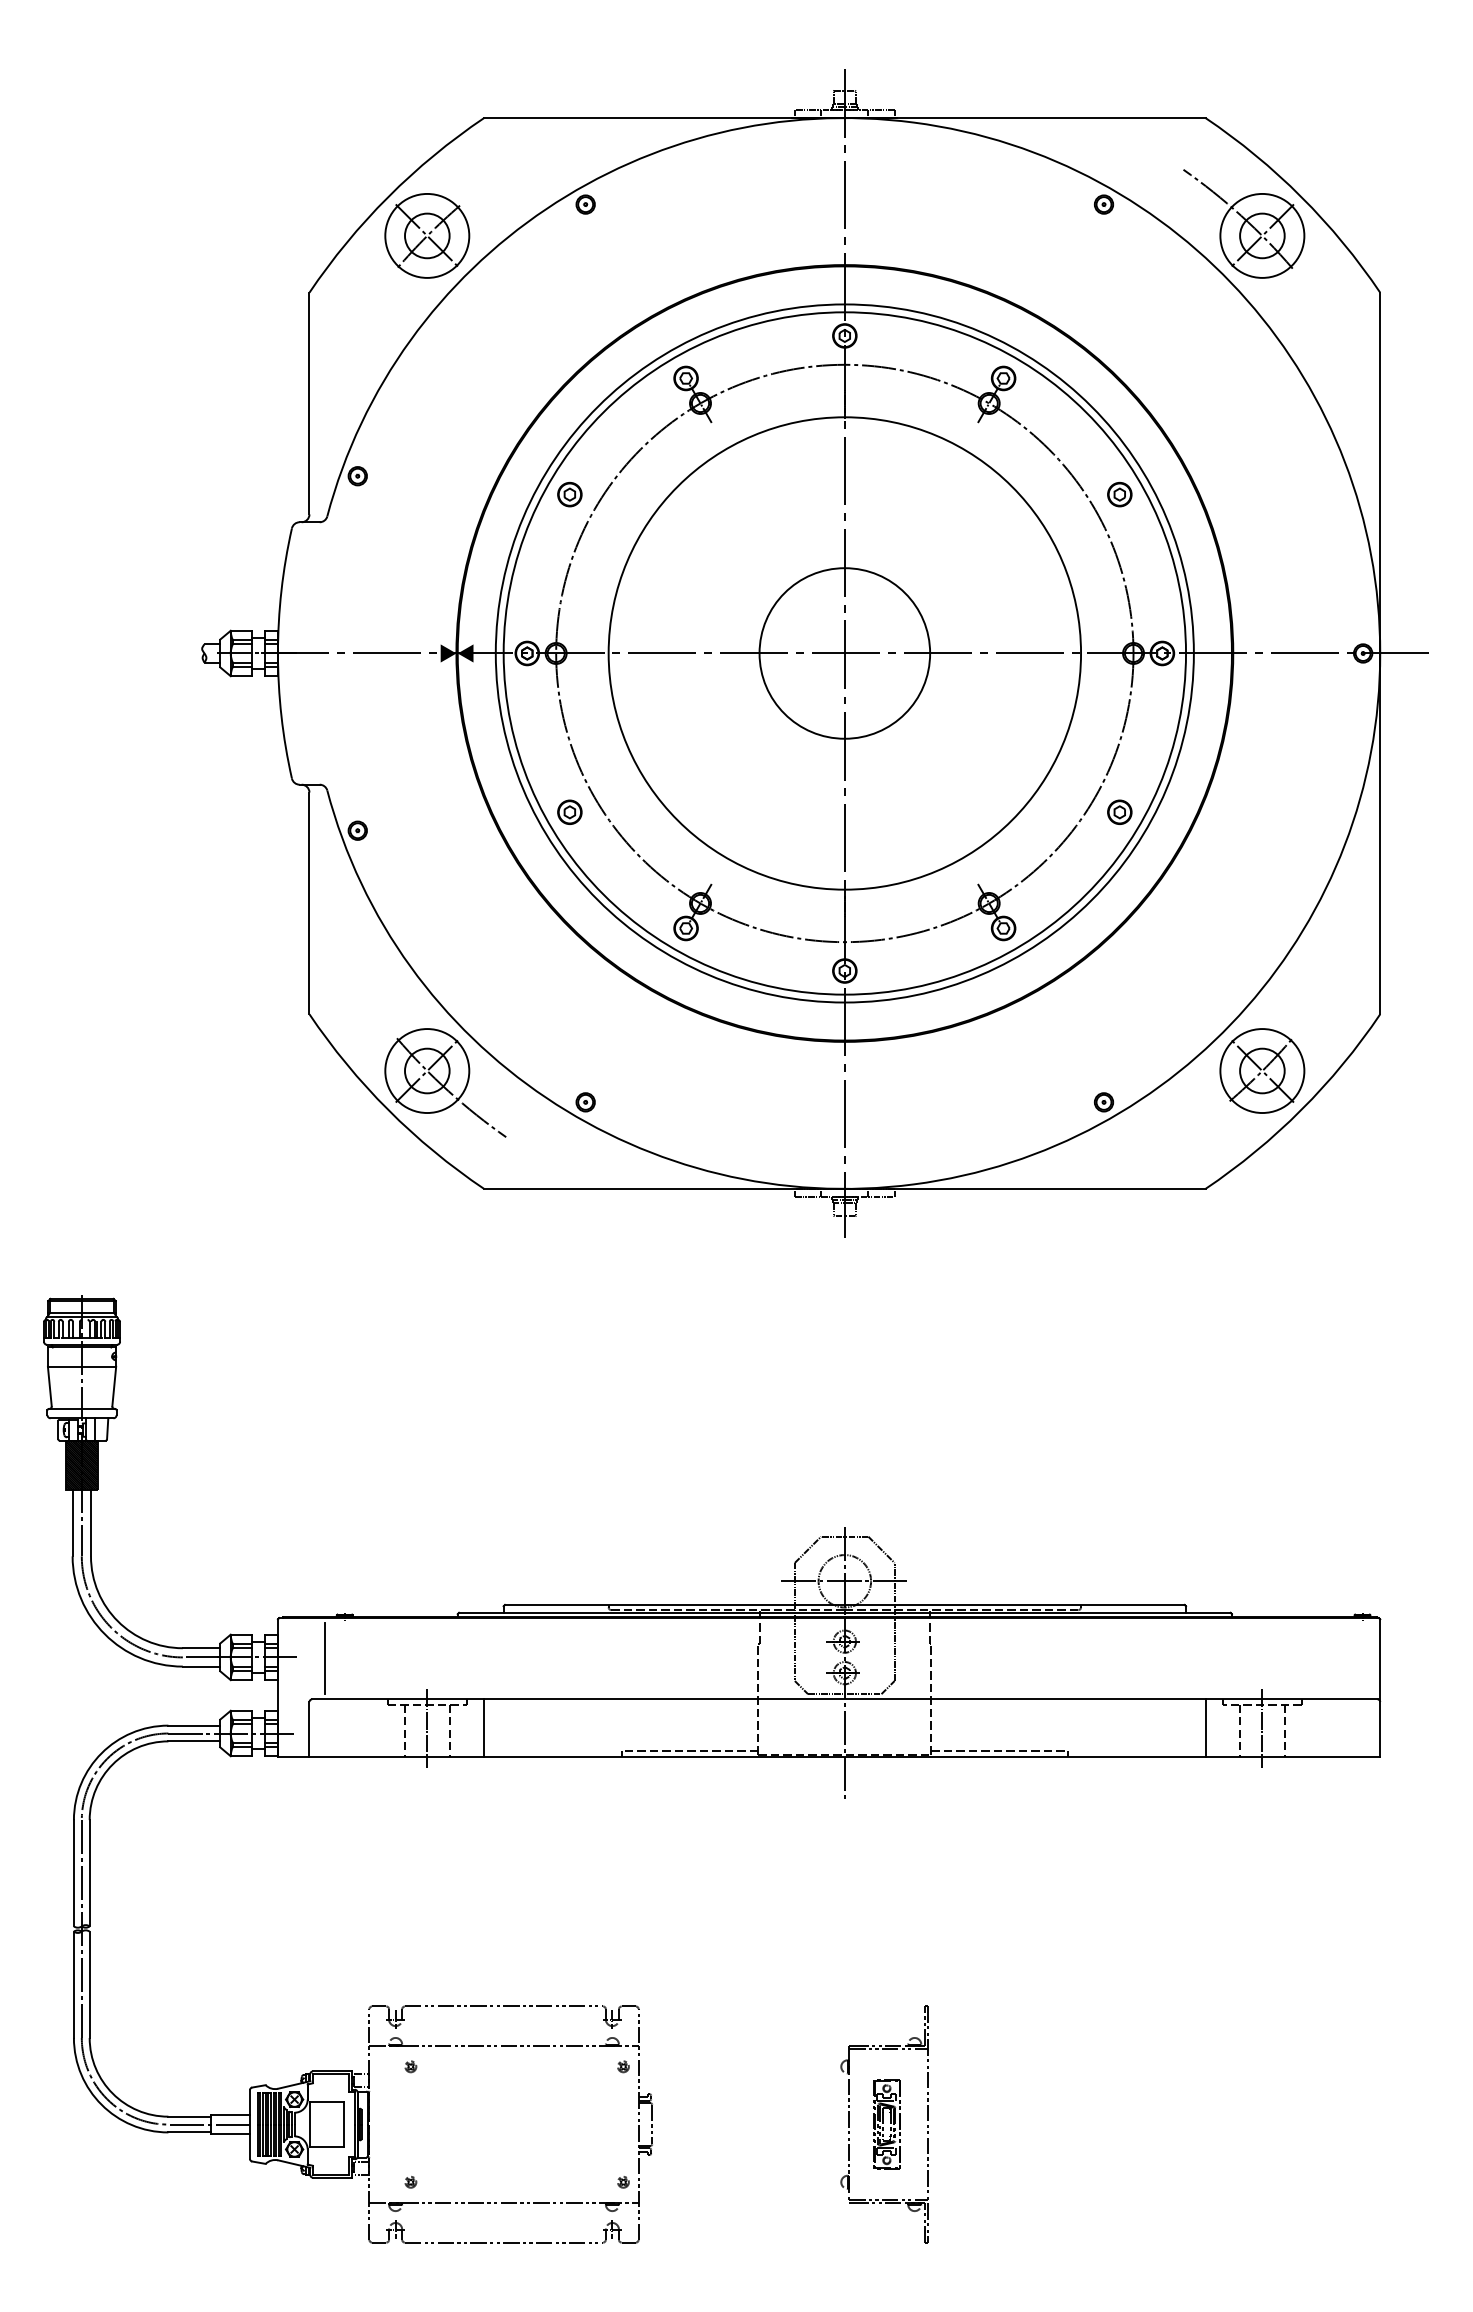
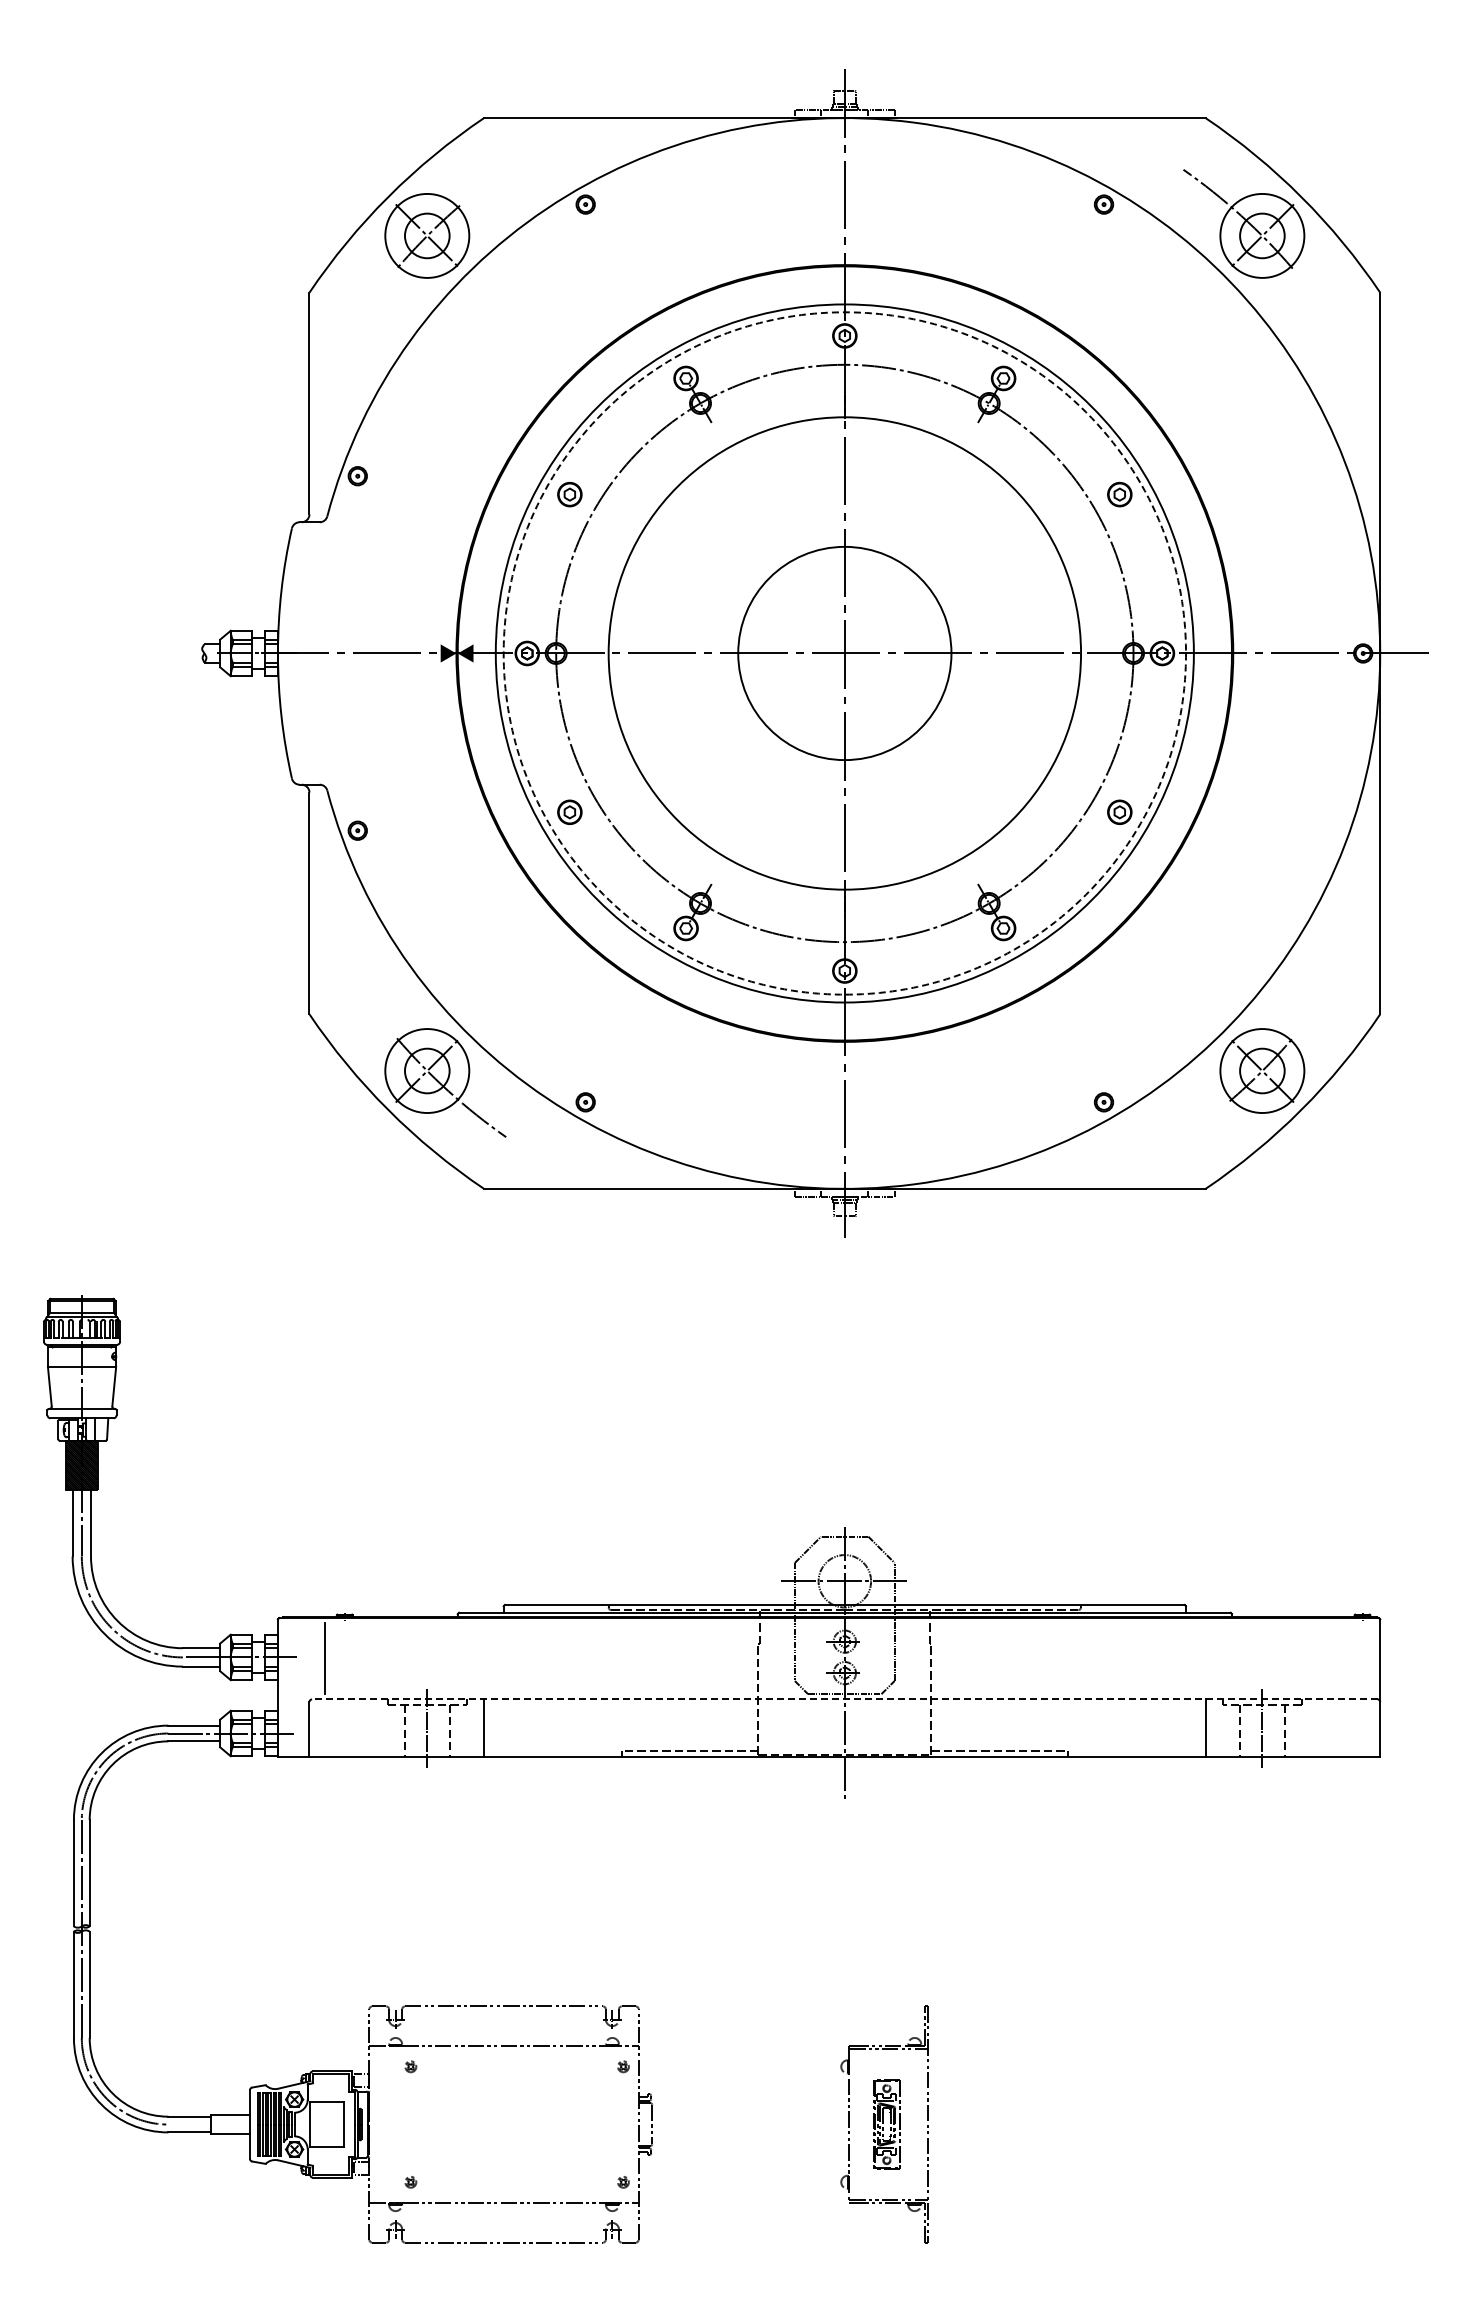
circle at (844, 653) diameter: 171 px -> 213 px
circle at (844, 653): solid -> dashed
line at (844, 1699): solid -> dashed
line at (208, 2124): present -> none
